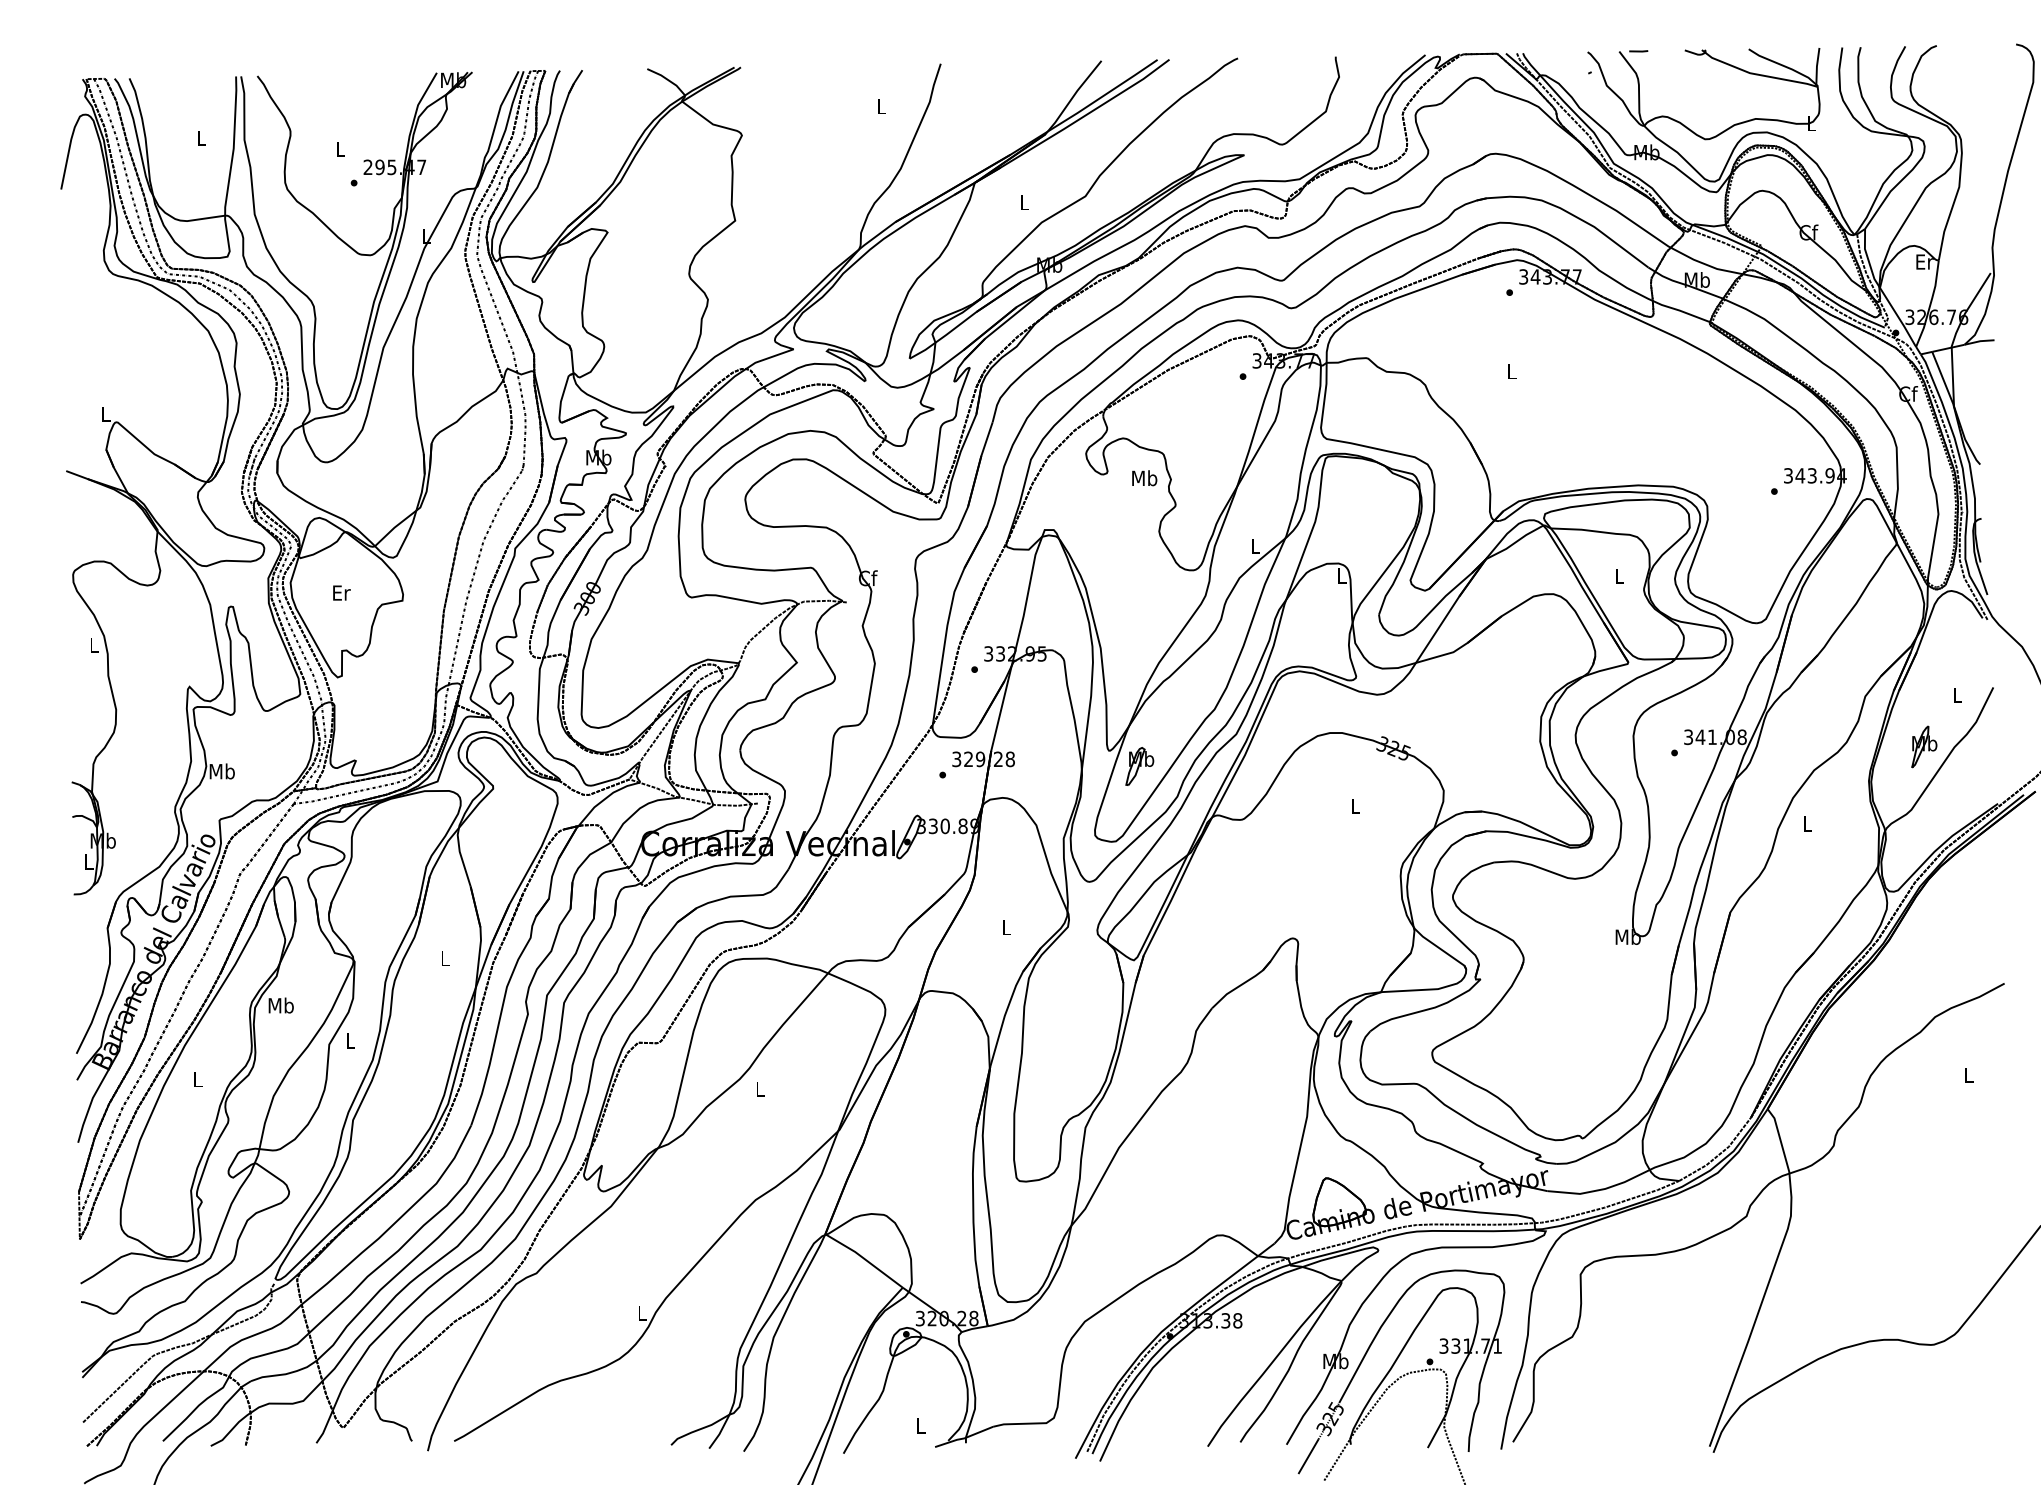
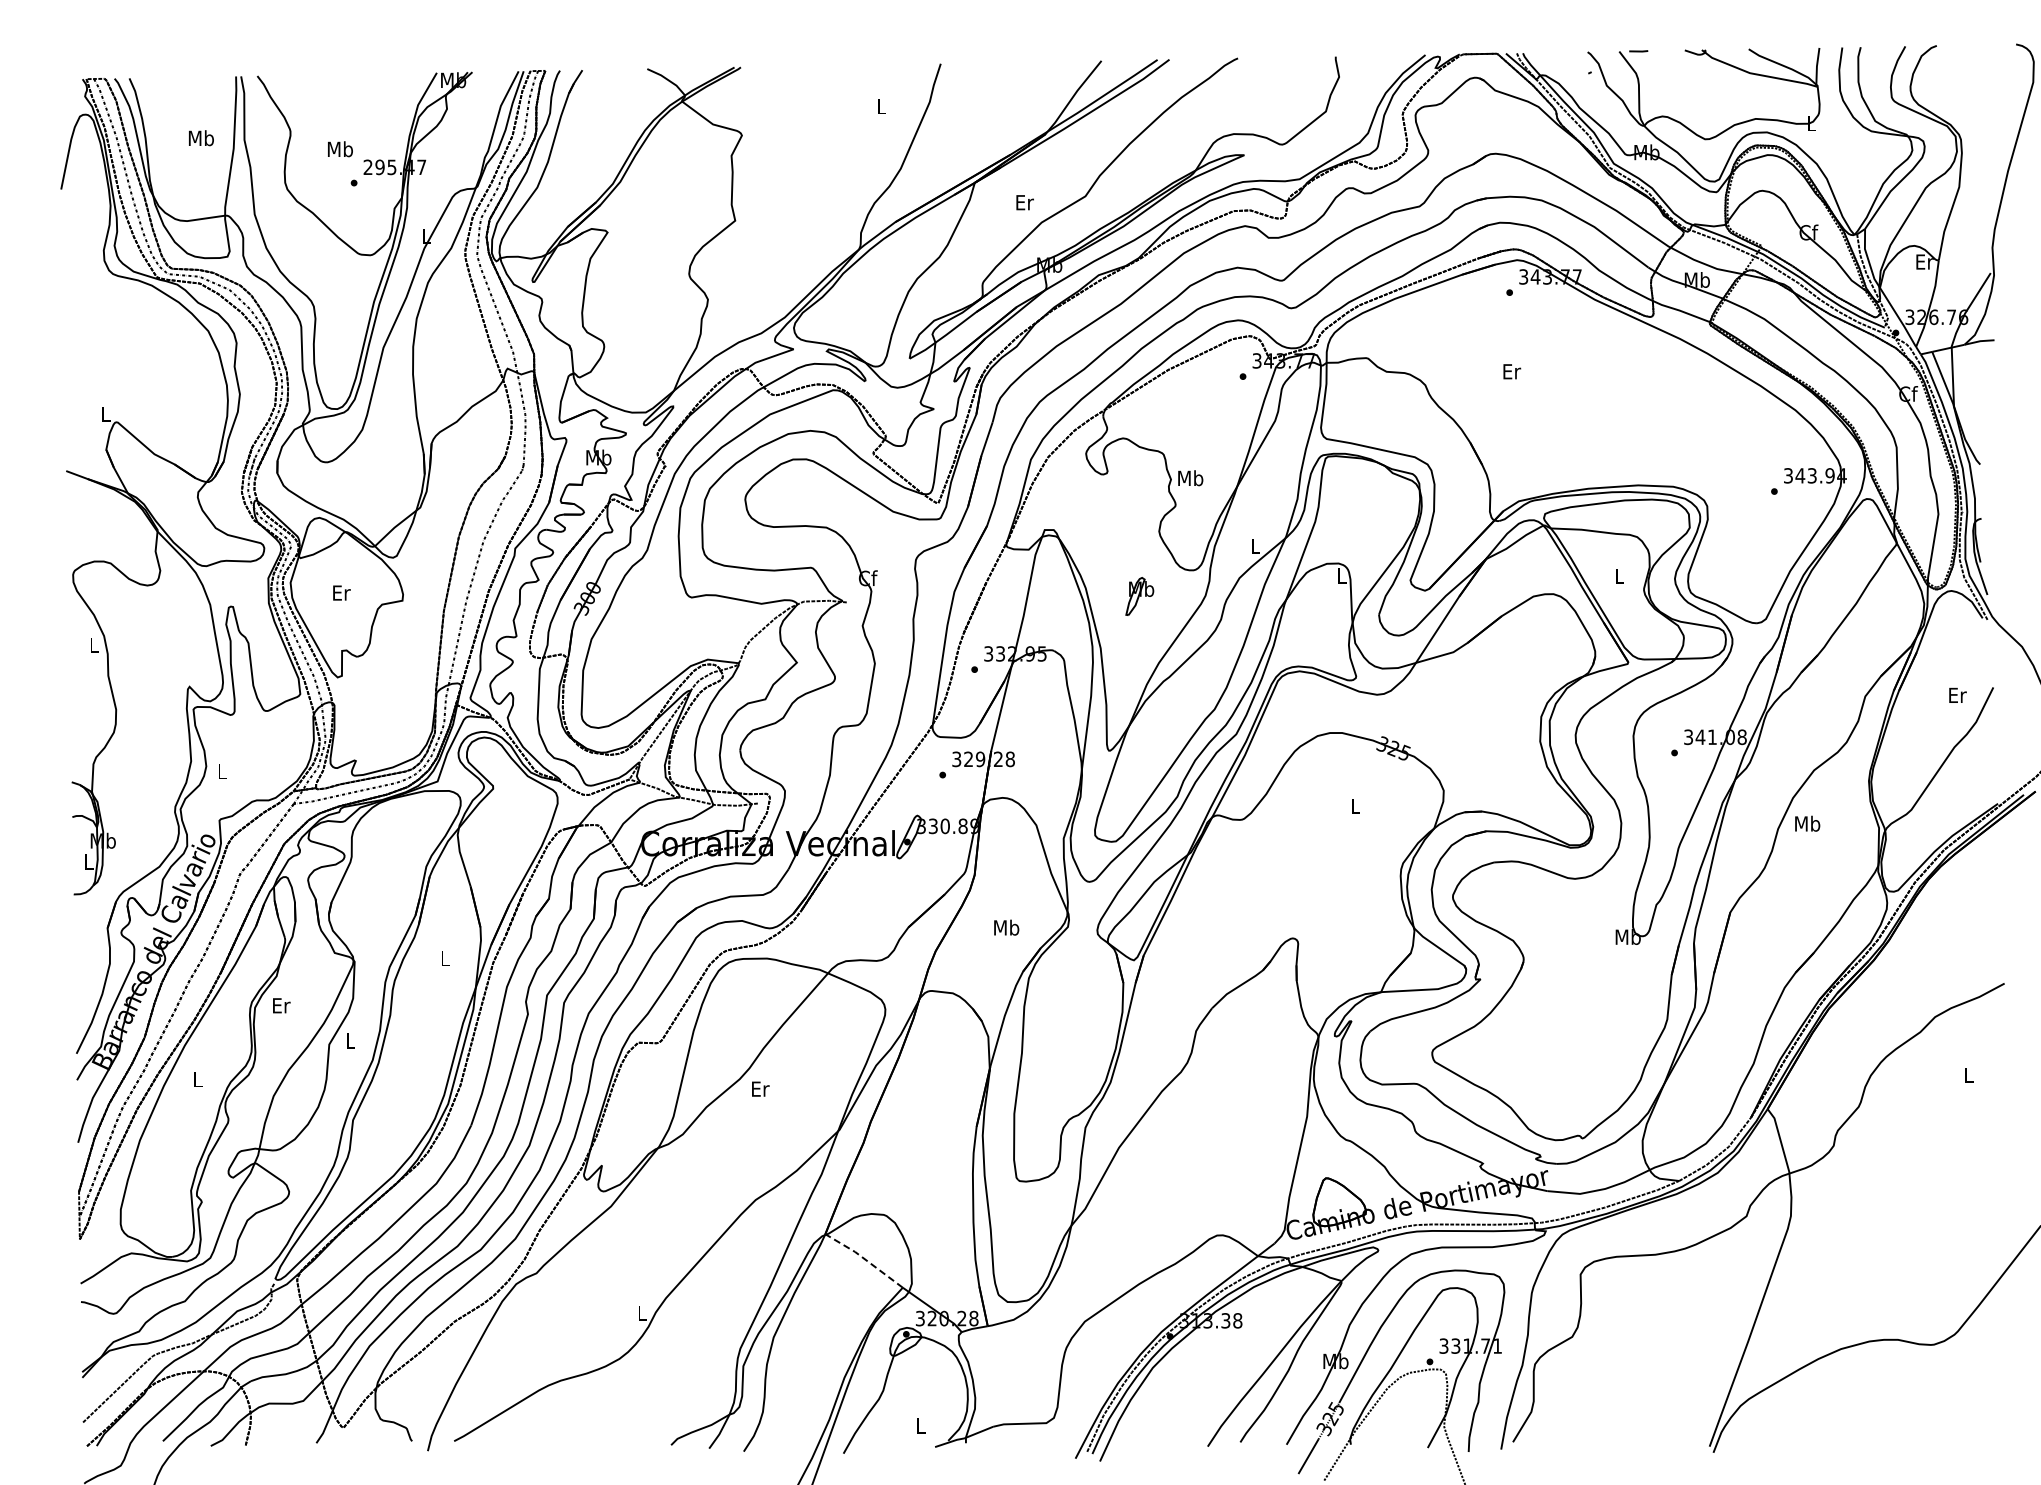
text at (200, 138): L -> Mb
text at (340, 149): L -> Mb
text at (1024, 202): L -> Er
text at (1512, 371): L -> Er
text at (1144, 478) position: (1144, 478) -> (1190, 478)
text at (1957, 694): L -> Er
part at (1924, 746): present -> none
part at (1139, 766) position: (1139, 766) -> (1139, 596)
text at (221, 771): Mb -> L
text at (1807, 823): L -> Mb
text at (1006, 927): L -> Mb
text at (280, 1005): Mb -> Er
text at (760, 1088): L -> Er
line at (864, 1259): solid -> dashed
